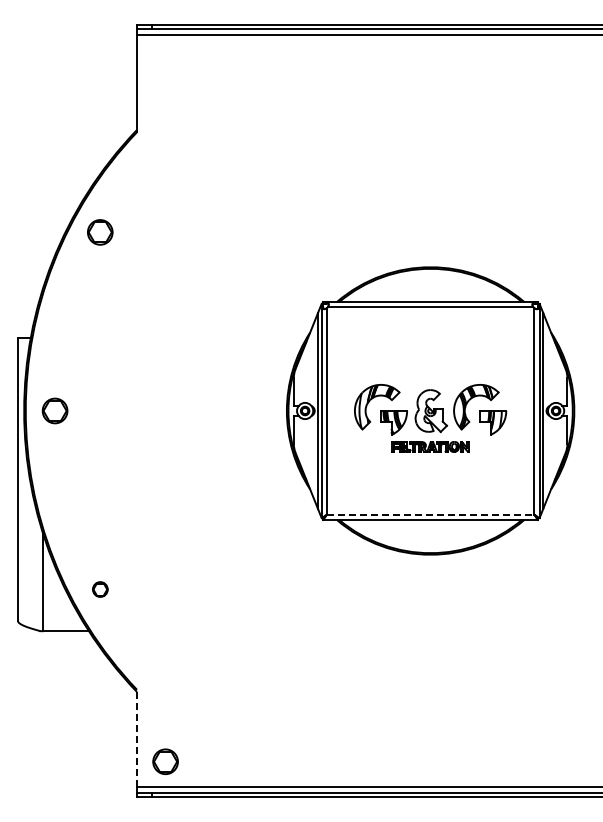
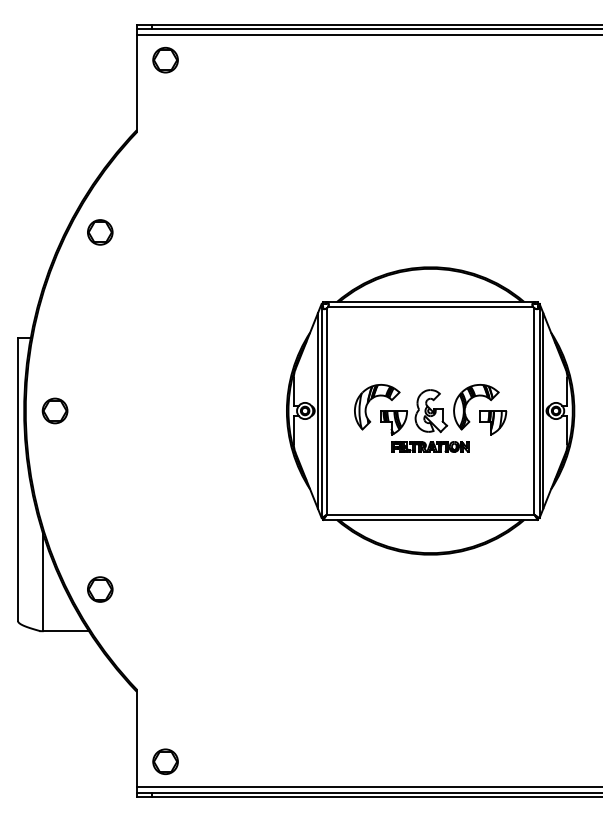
part at (165, 59): none -> present
line at (430, 514): dashed -> solid
part at (100, 589) size: 17x17 px -> 27x27 px
line at (137, 738): dashed -> solid
